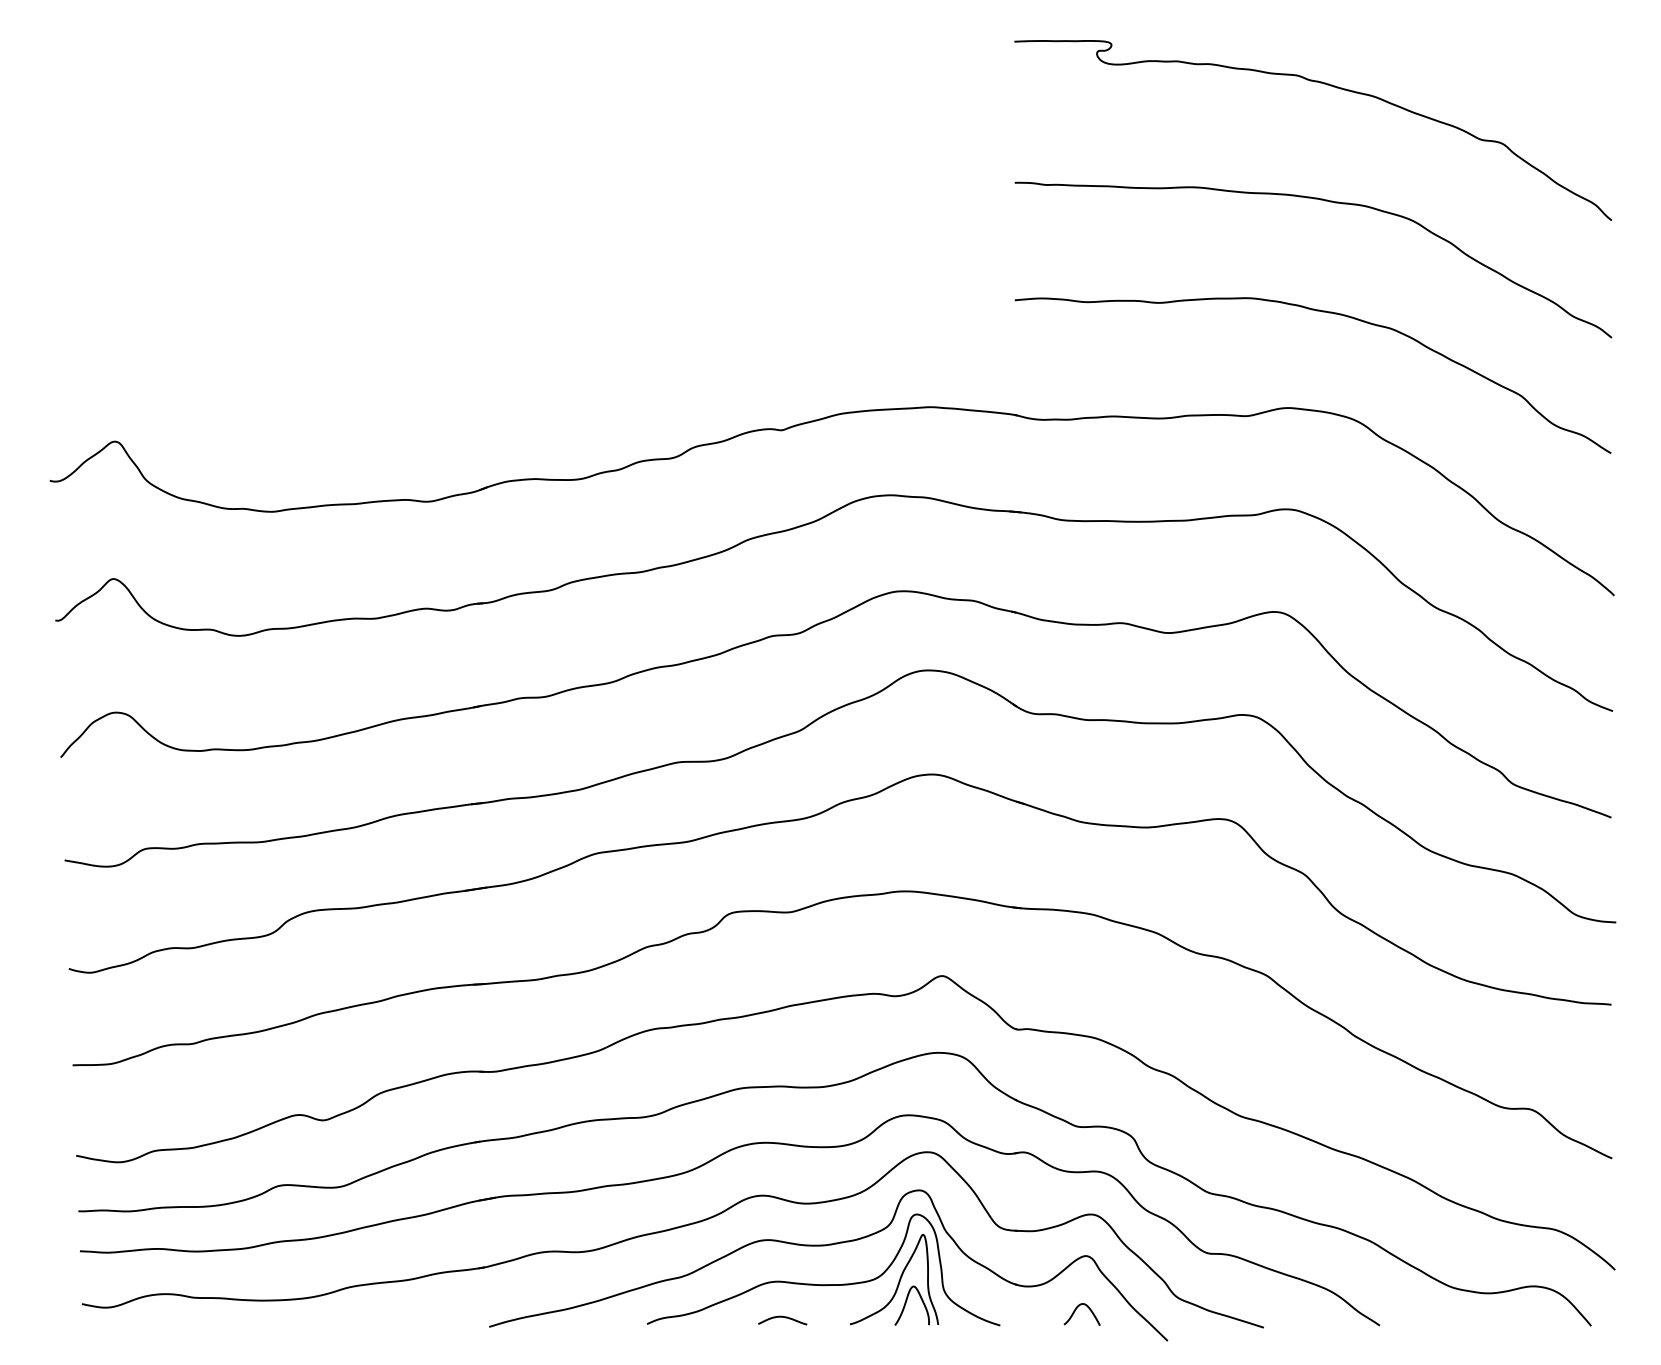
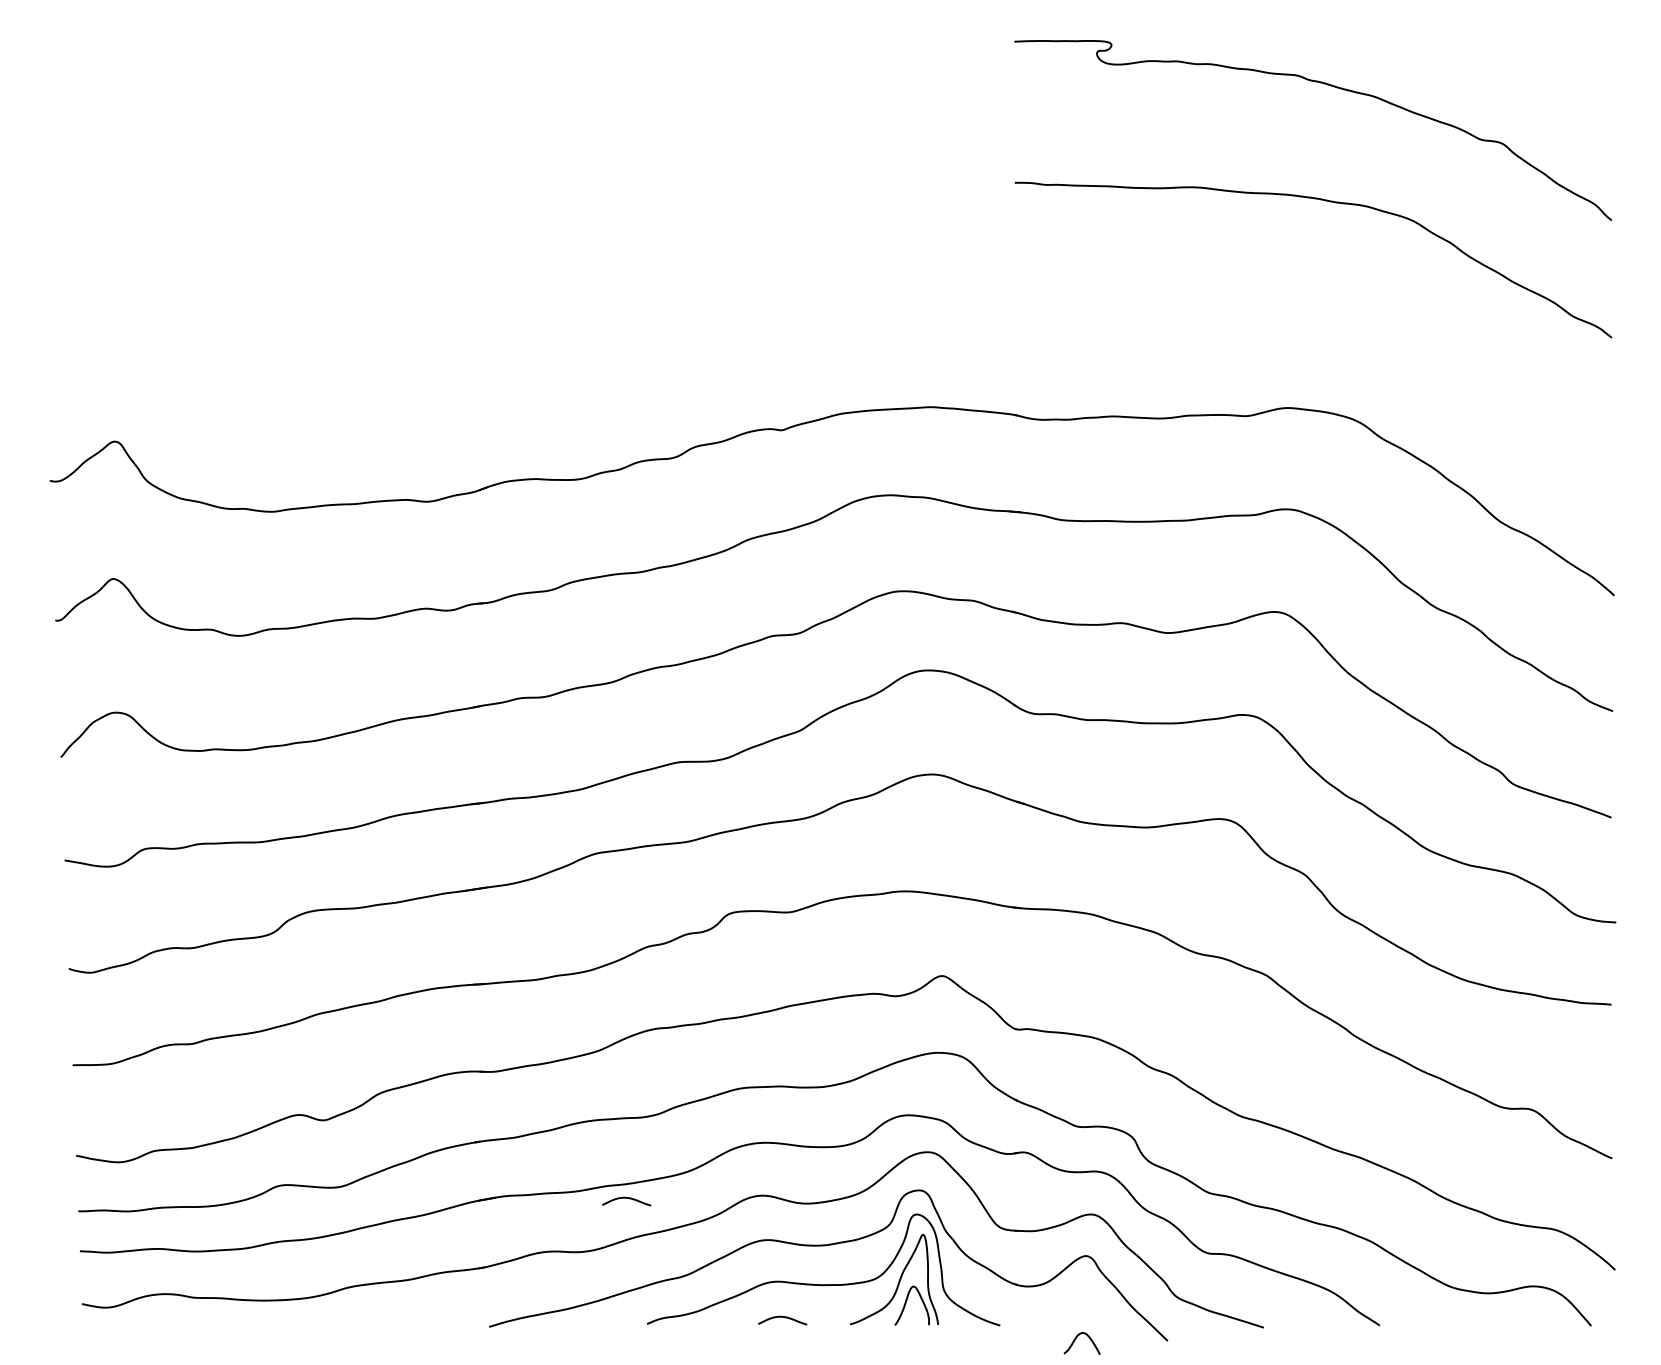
curve at (1322, 312): present -> none
curve at (626, 1198): none -> present
curve at (1075, 1311) position: (1075, 1311) -> (1075, 1340)
